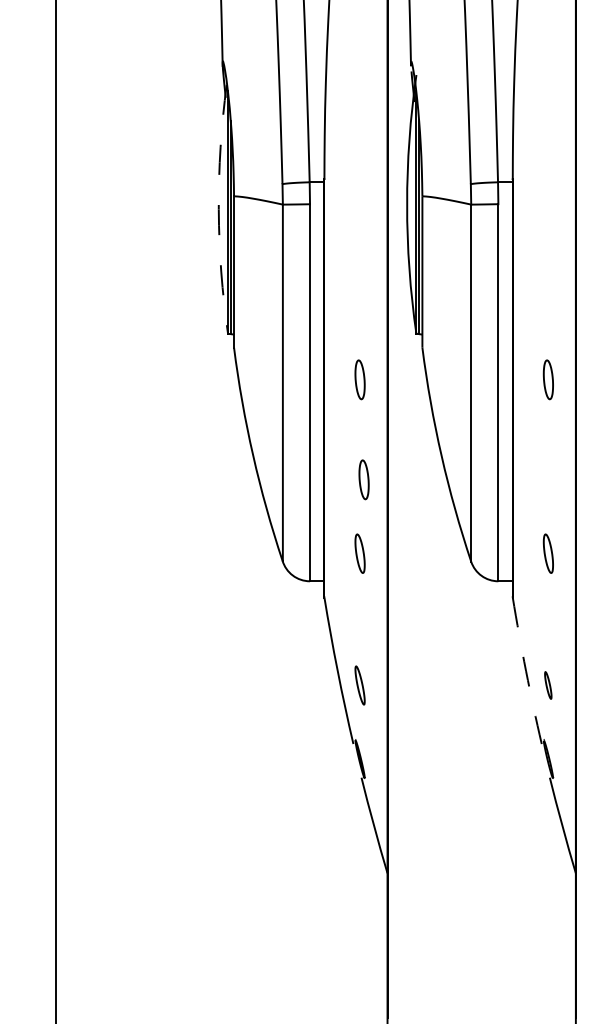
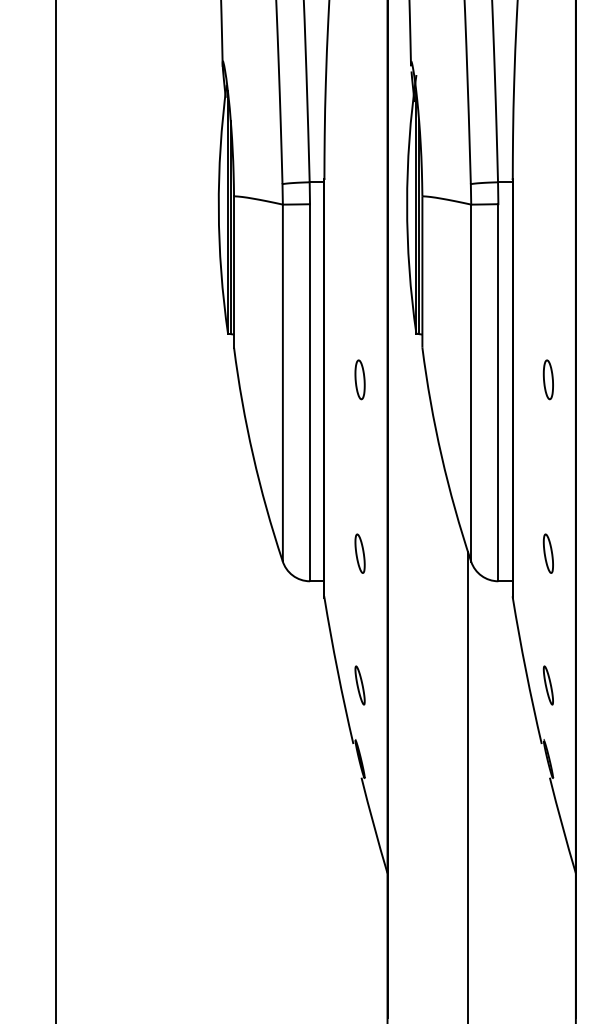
arc at (218, 209): dashed -> solid
part at (363, 479): present -> none
arc at (526, 671): dashed -> solid
part at (548, 685) size: 9x29 px -> 12x41 px
line at (468, 785): none -> present
